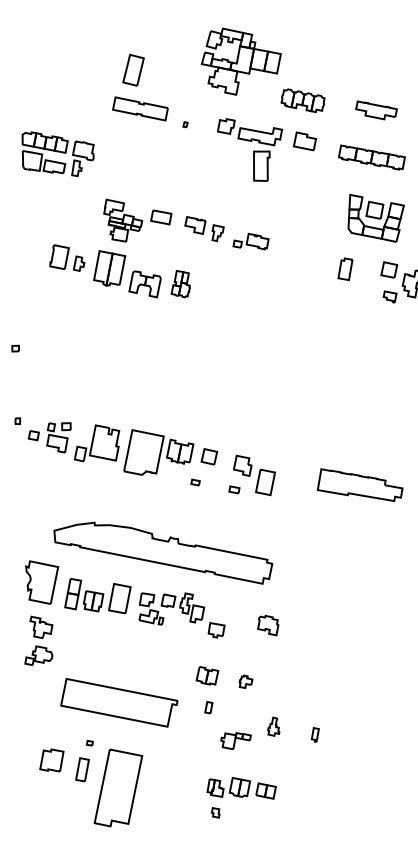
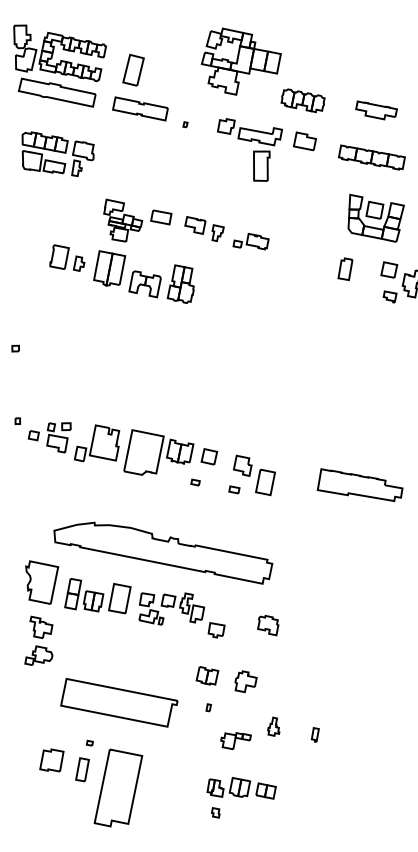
part at (59, 65): none -> present
part at (180, 284) size: 21x29 px -> 29x40 px
part at (245, 681) size: 16x15 px -> 24x24 px
part at (208, 707) size: 10x14 px -> 7x10 px
